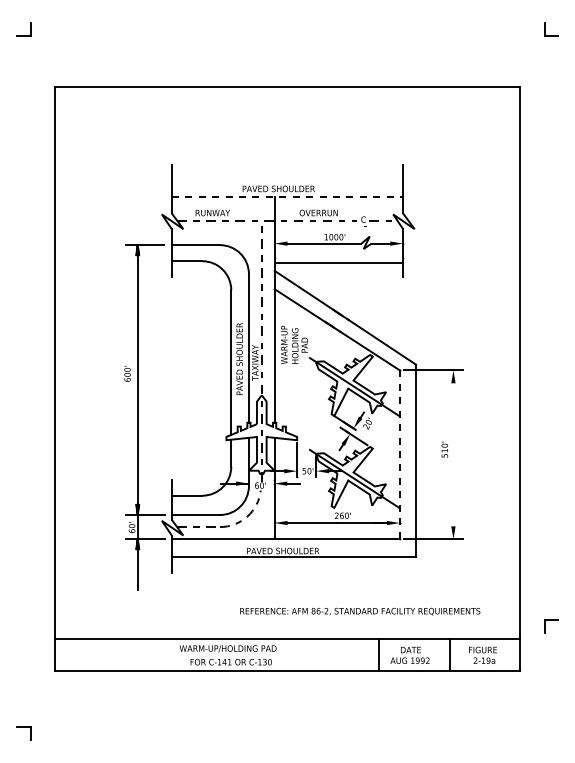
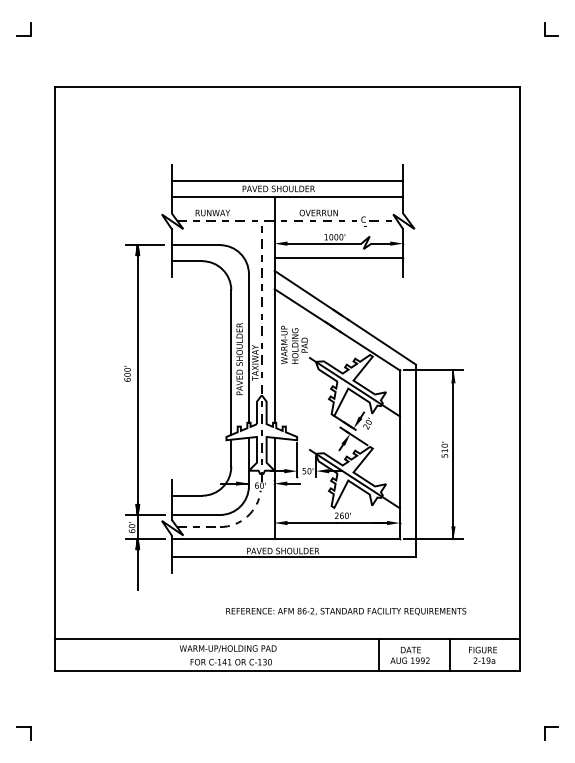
line at (287, 180): none -> present
line at (287, 196): dashed -> solid
line at (338, 263) position: (338, 263) -> (338, 258)
line at (453, 454): none -> present
line at (399, 455): dashed -> solid
text at (360, 611) position: (360, 611) -> (346, 611)
part at (551, 626) position: (551, 626) -> (551, 733)
